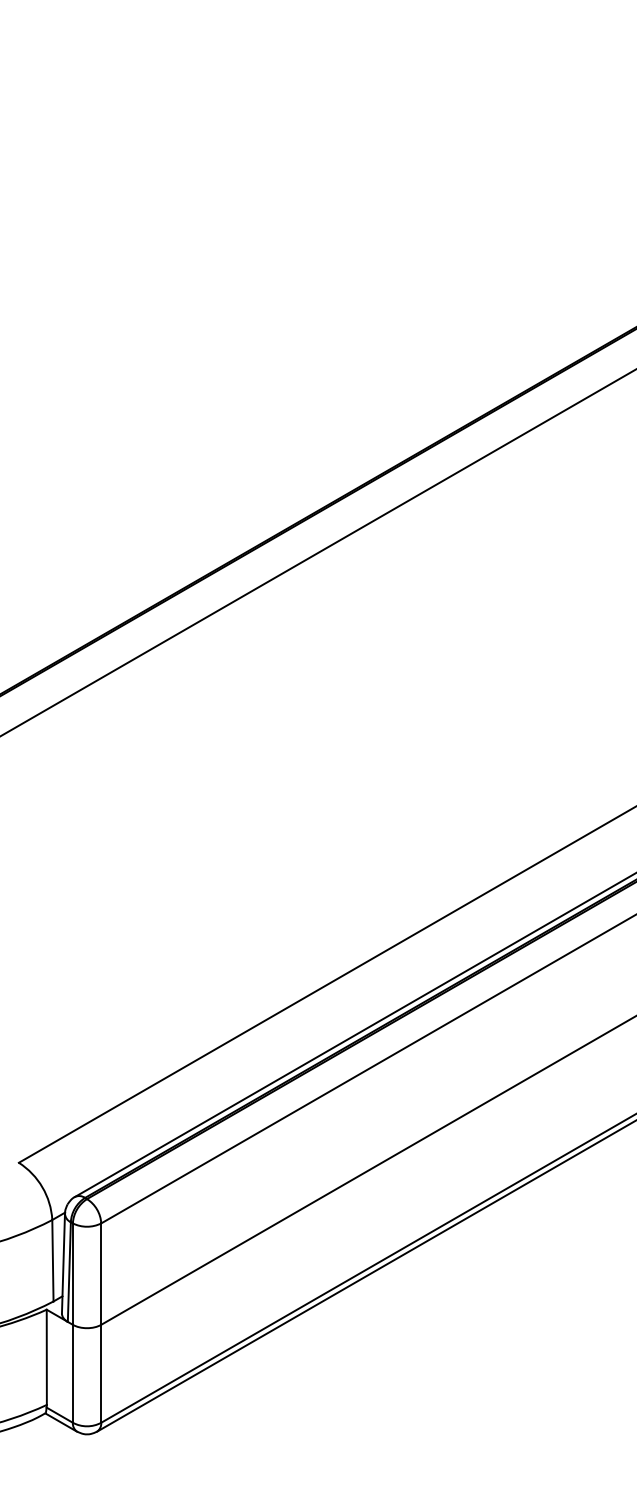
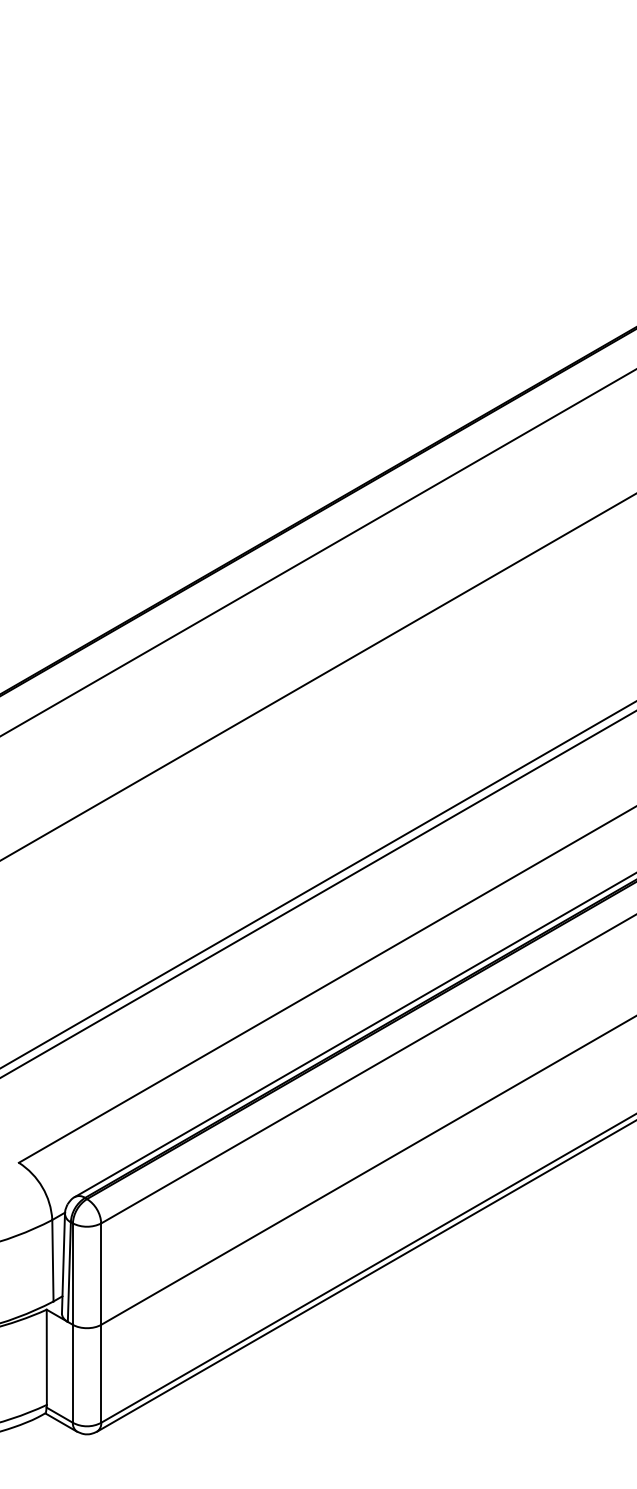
line at (317, 677): none -> present
line at (317, 884): none -> present
line at (317, 894): none -> present
